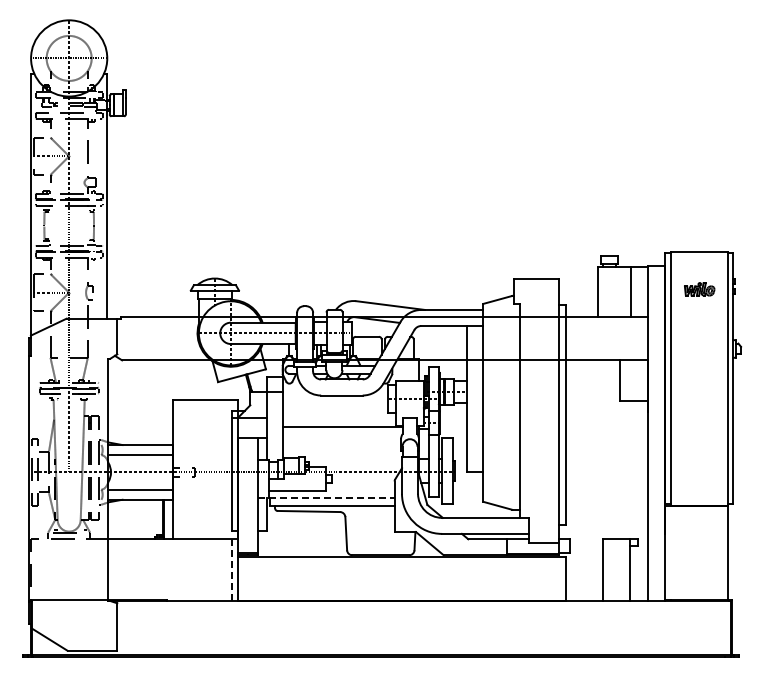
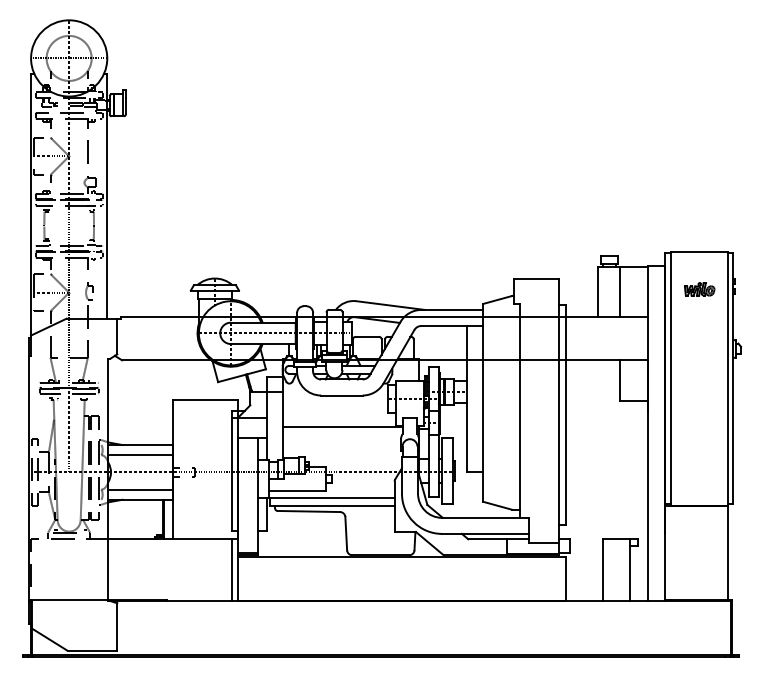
line at (631, 291) position: (631, 291) -> (620, 291)
line at (327, 498): dashed -> solid
line at (232, 570): dashed -> solid
